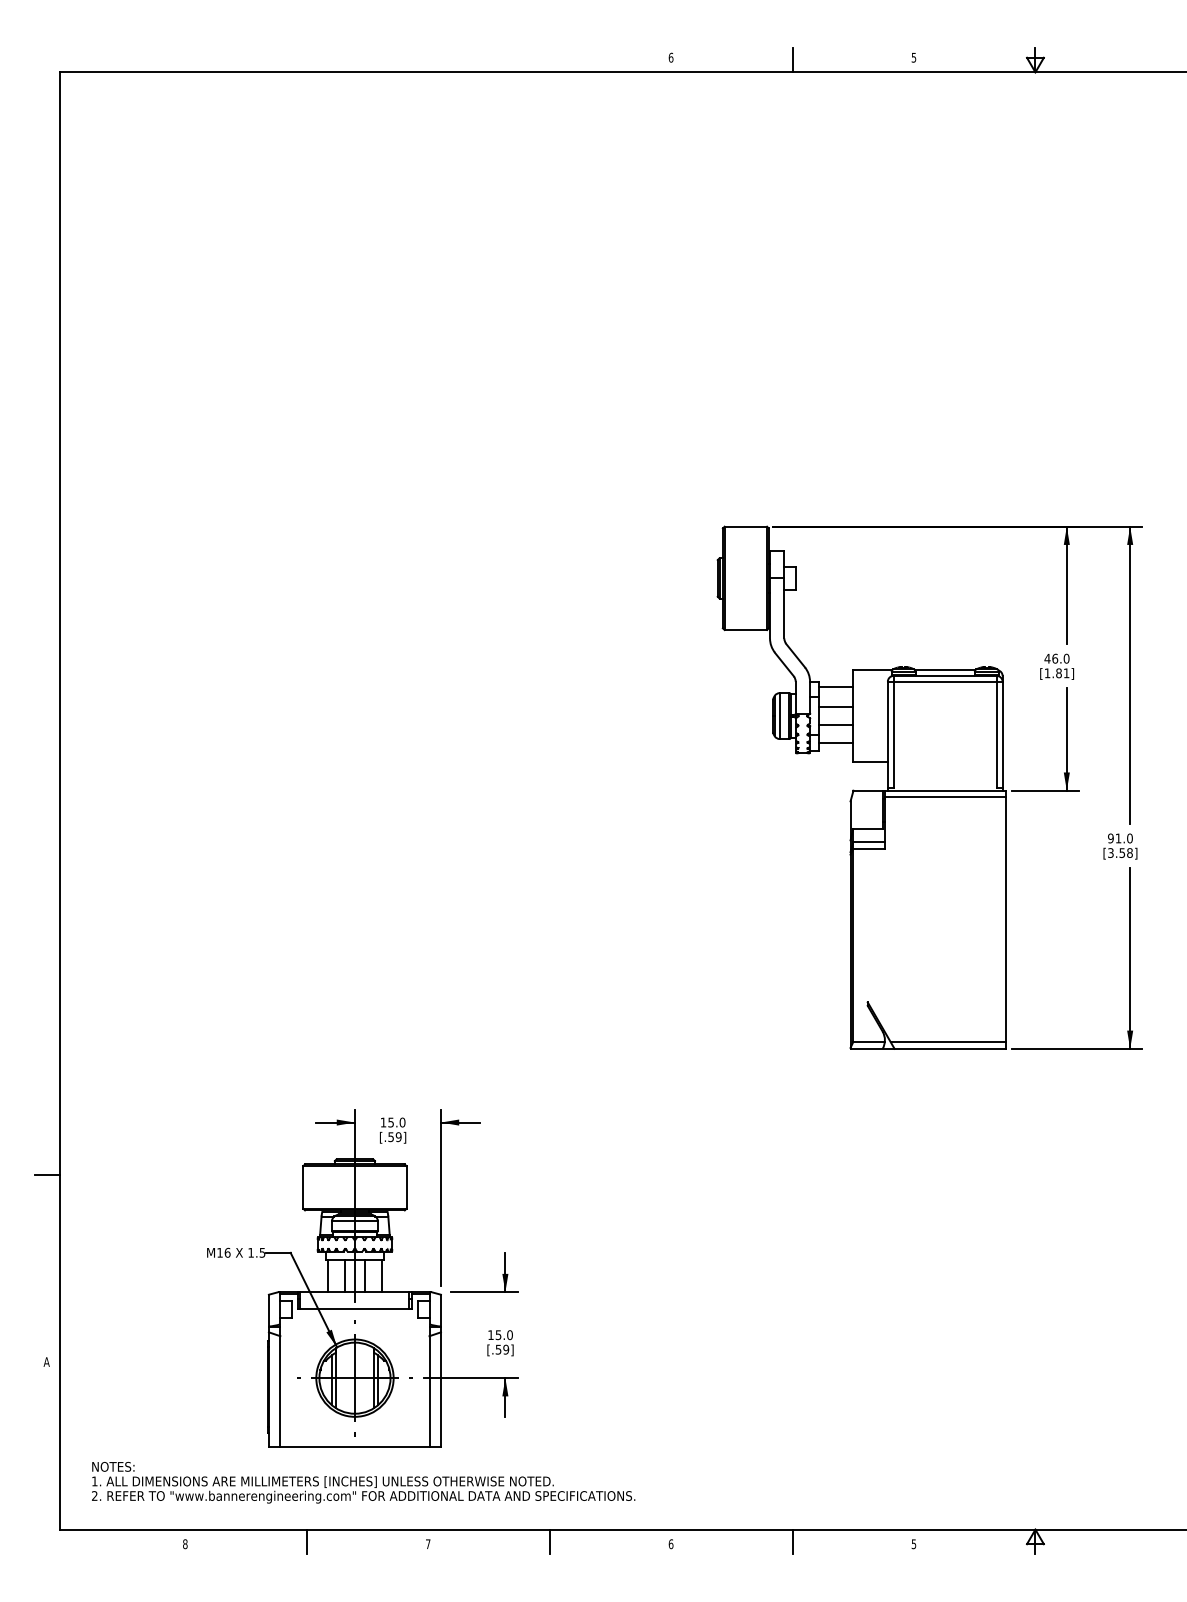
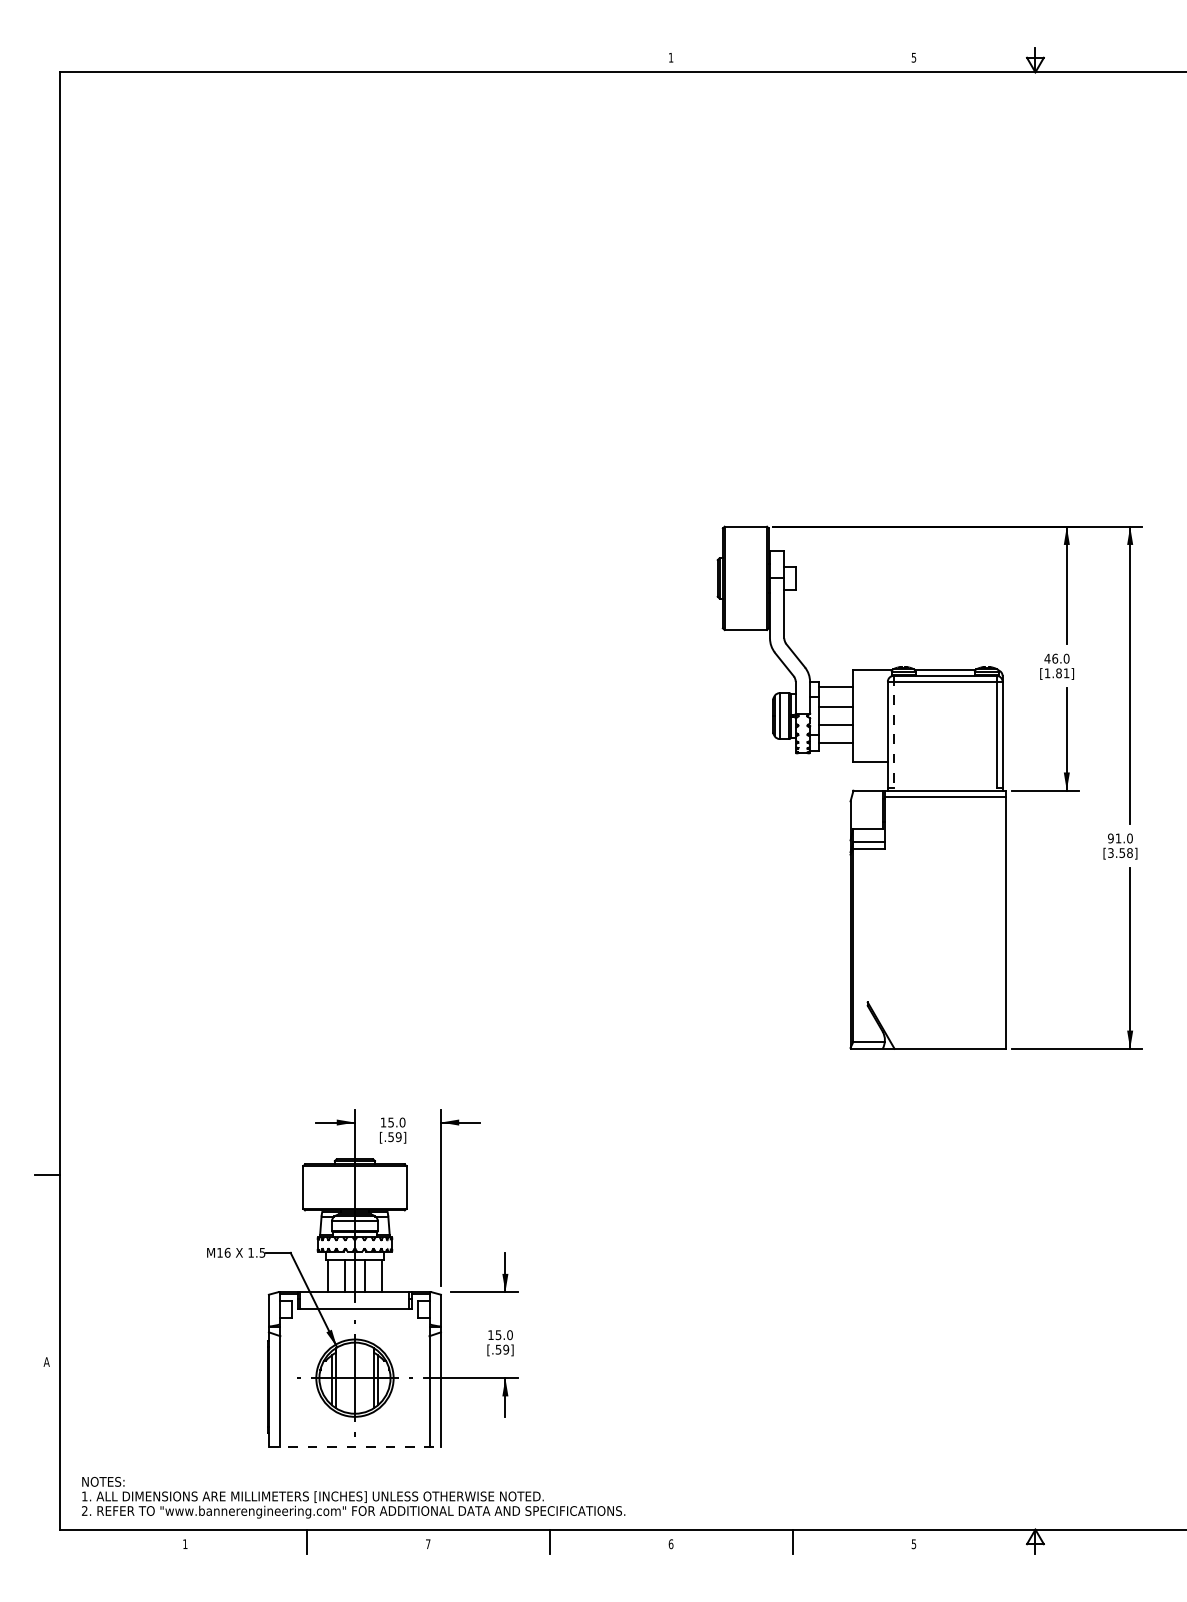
text at (670, 57): 6 -> 1
line at (792, 60): present -> none
line at (893, 731): solid -> dashed
line at (947, 1042): present -> none
line at (355, 1447): solid -> dashed
text at (363, 1482) position: (363, 1482) -> (353, 1497)
text at (185, 1544): 8 -> 1
